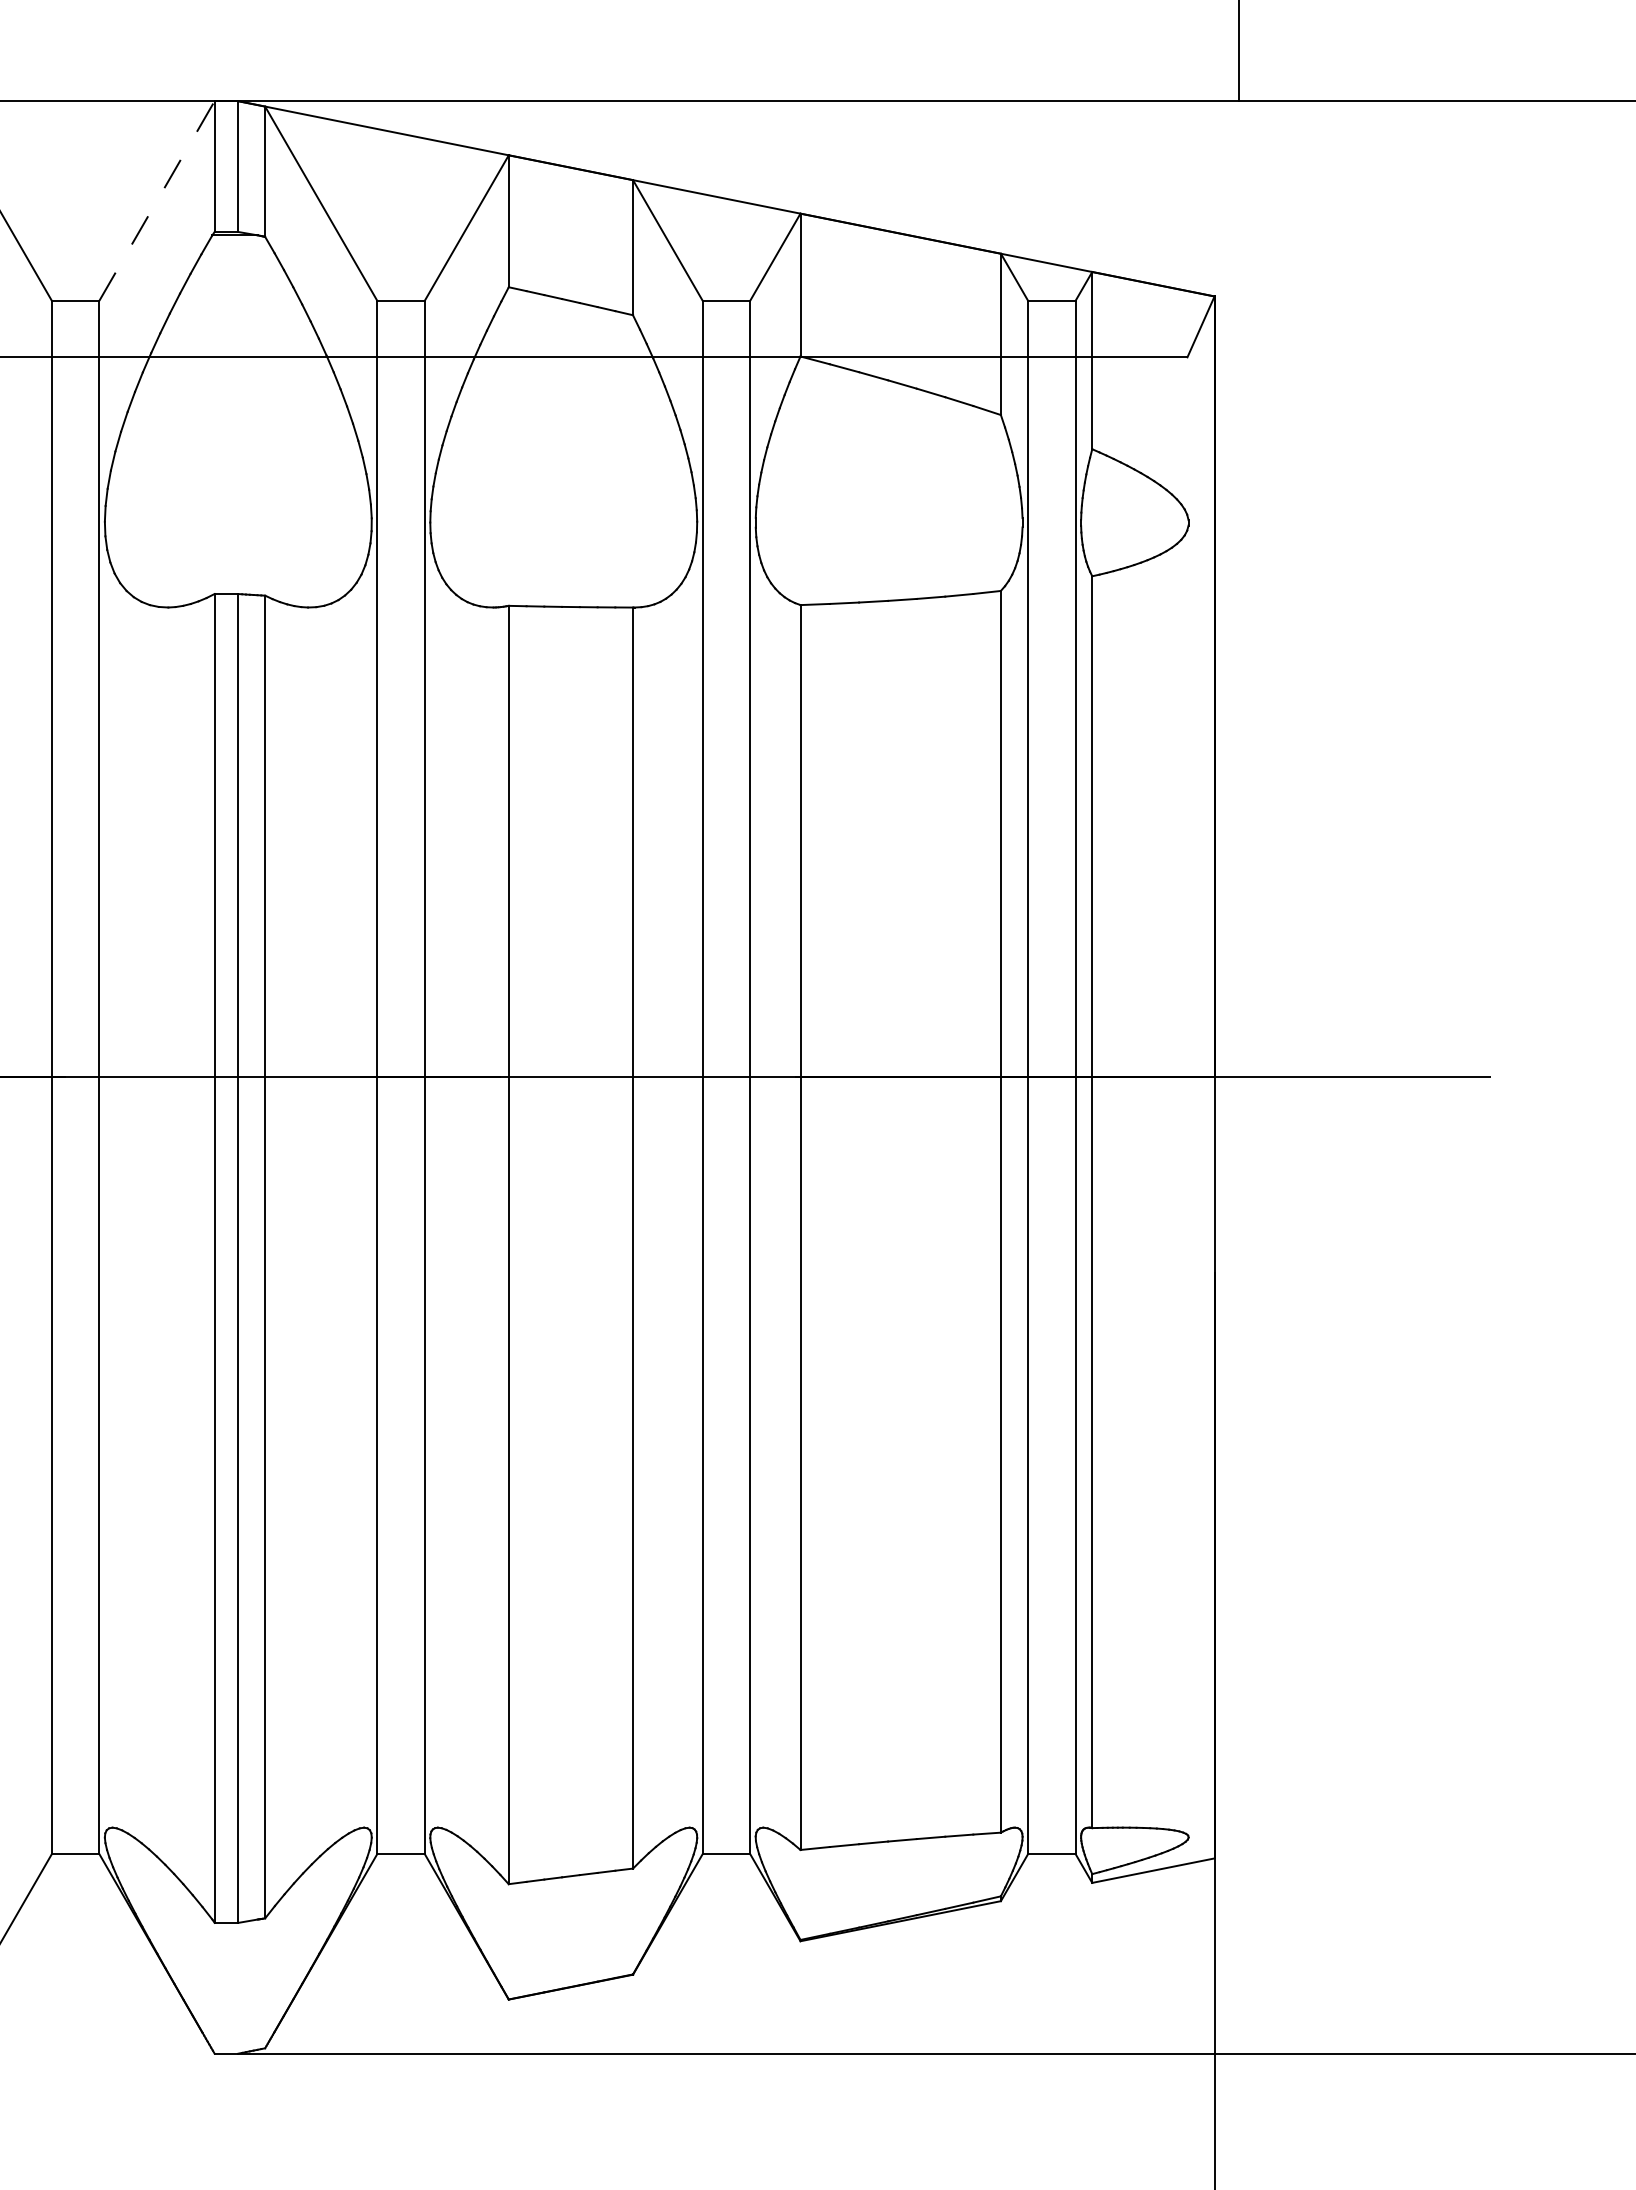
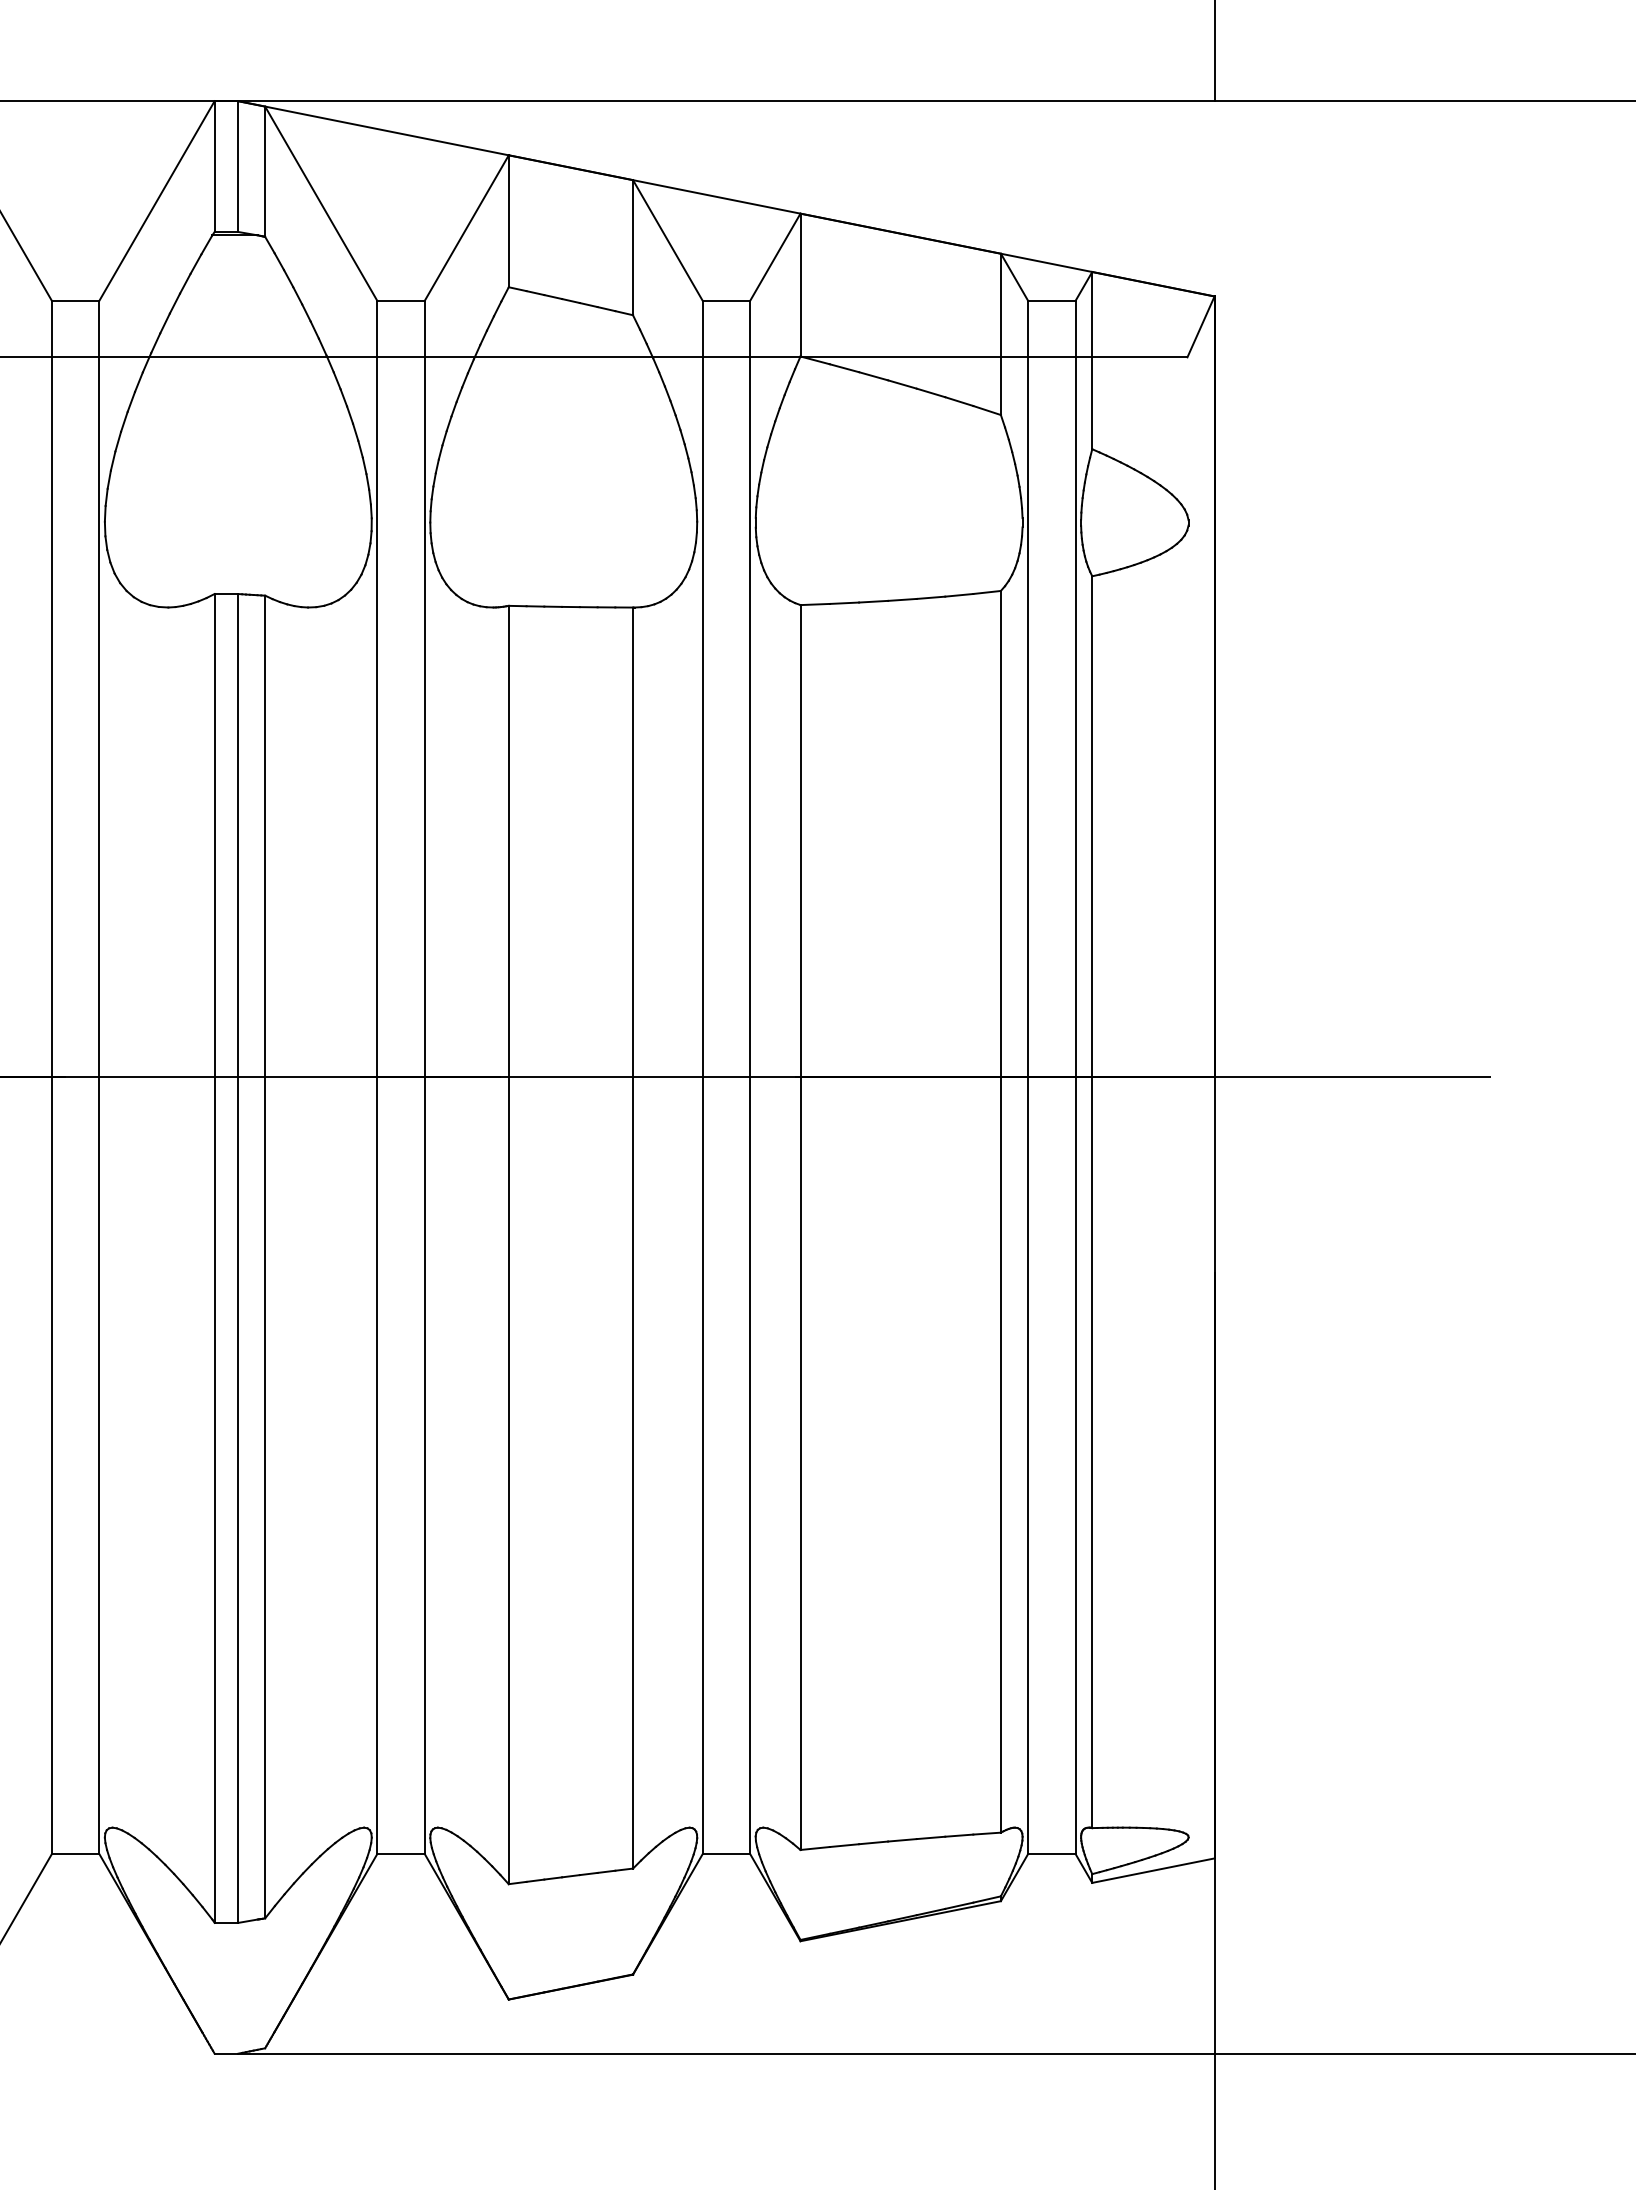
line at (1238, 51) position: (1238, 51) -> (1214, 51)
line at (157, 200): dashed -> solid
